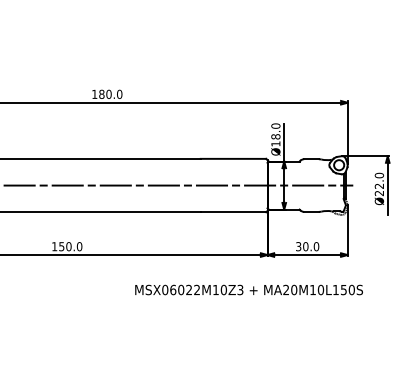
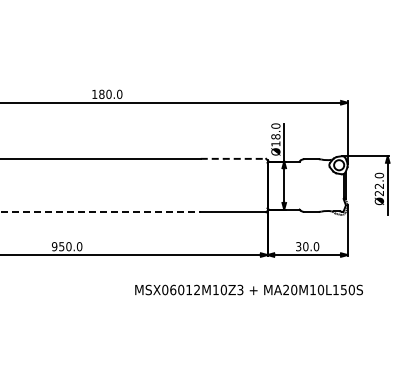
line at (233, 158): solid -> dashed
line at (177, 185): present -> none
line at (100, 212): solid -> dashed
text at (54, 246): 150.0 -> 950.0
text at (188, 289): MSX06022M10Z3 -> MSX06012M10Z3
